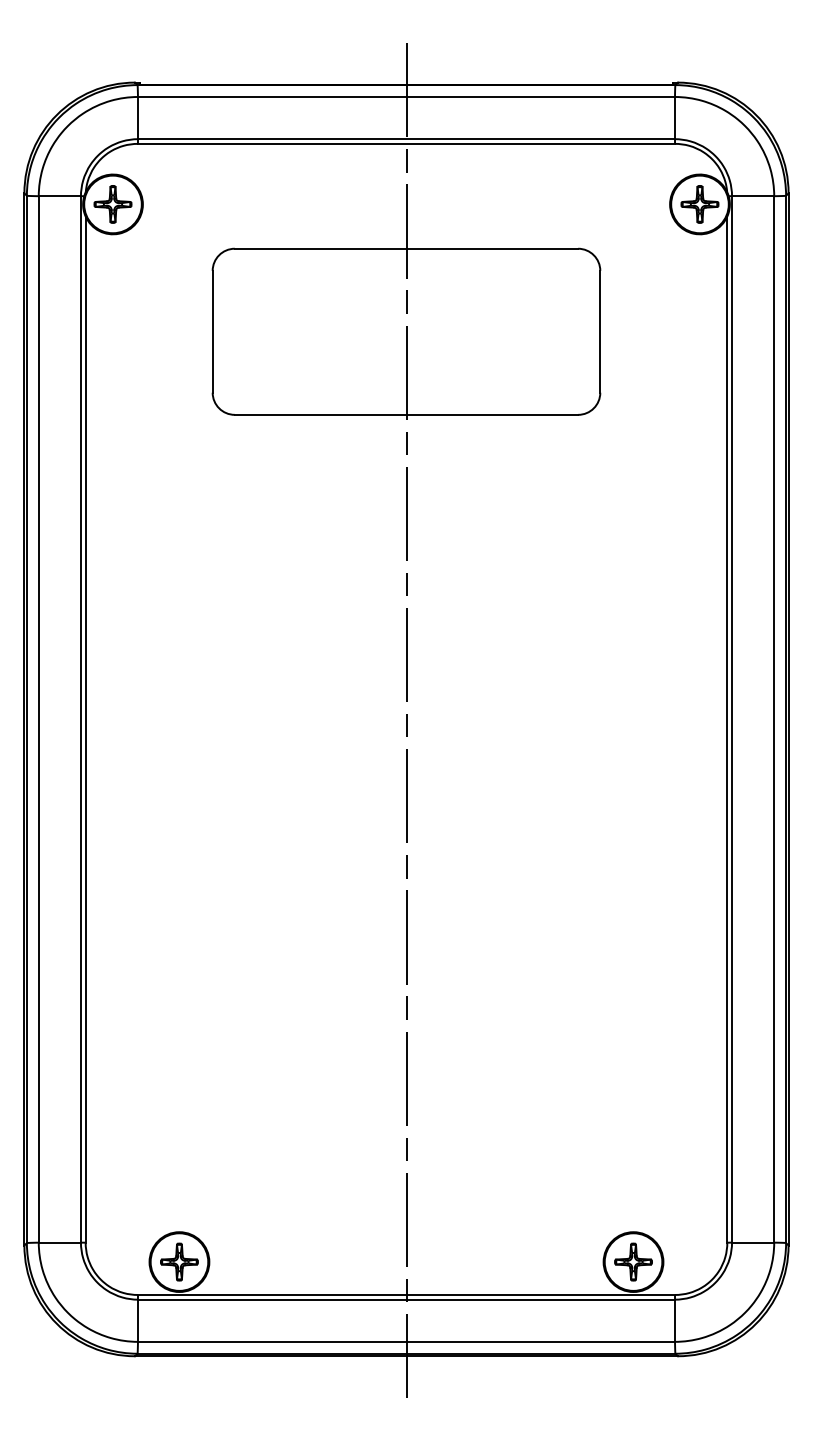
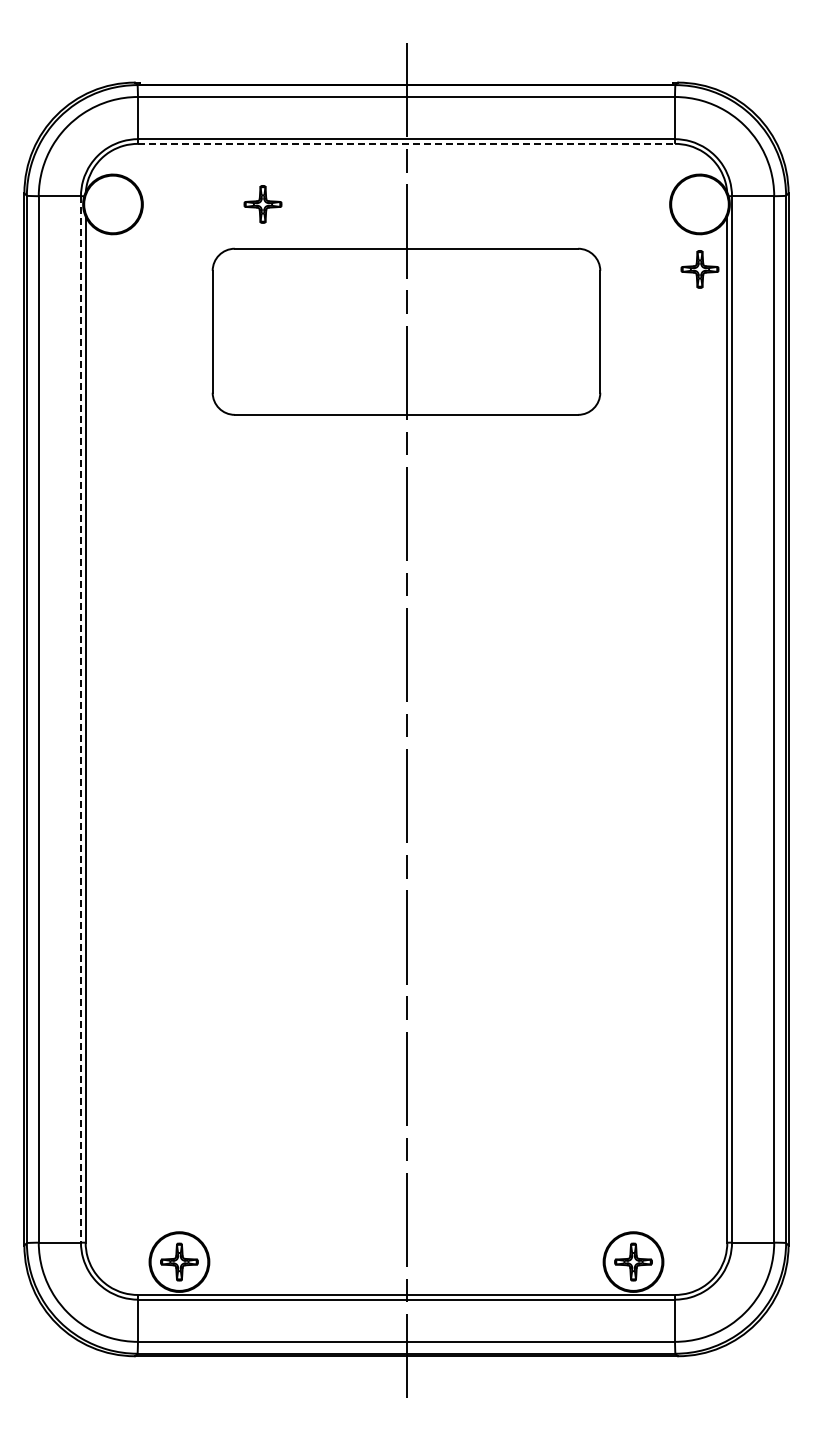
line at (406, 143): solid -> dashed
part at (112, 204) position: (112, 204) -> (262, 204)
part at (699, 204) position: (699, 204) -> (699, 269)
line at (80, 719): solid -> dashed
